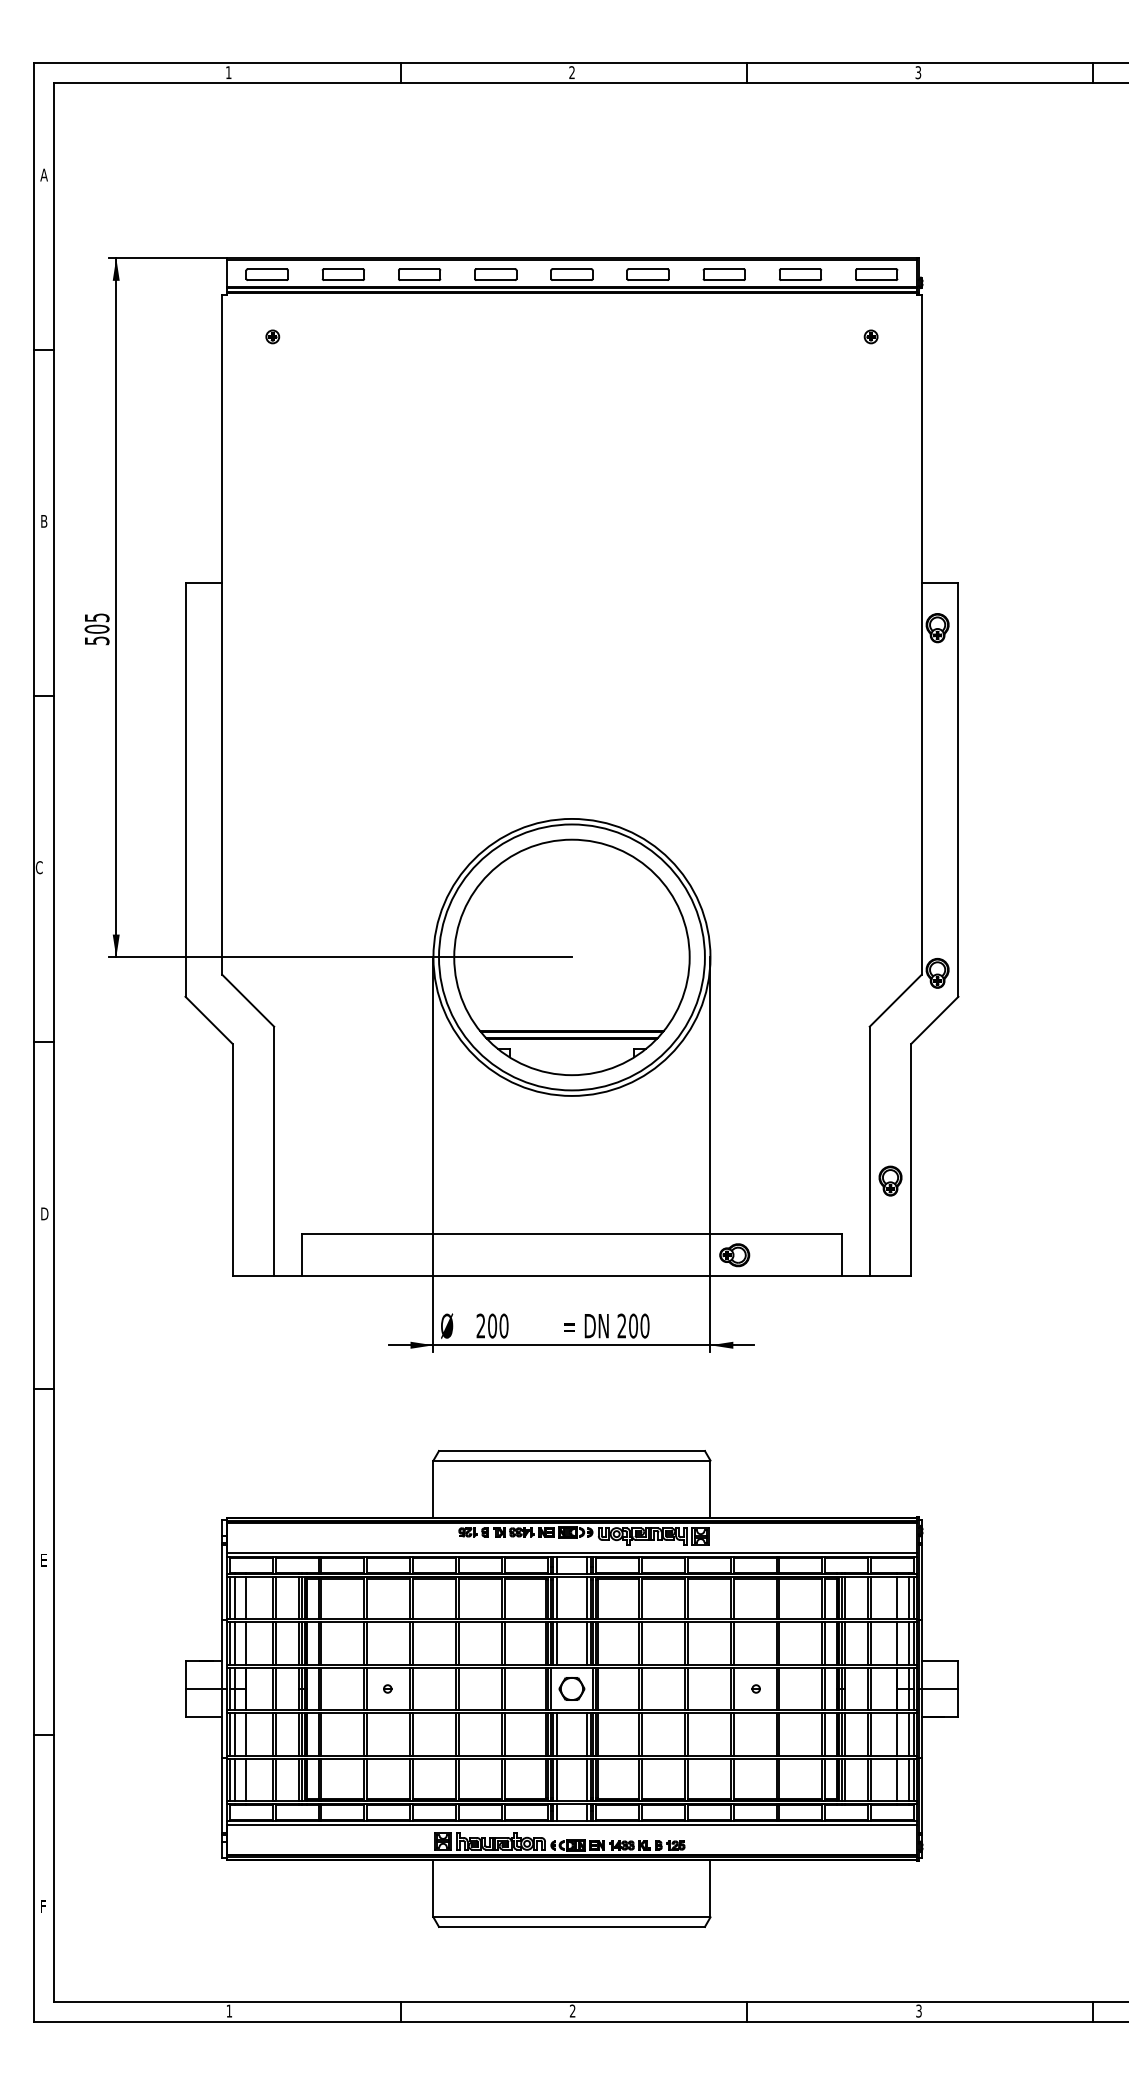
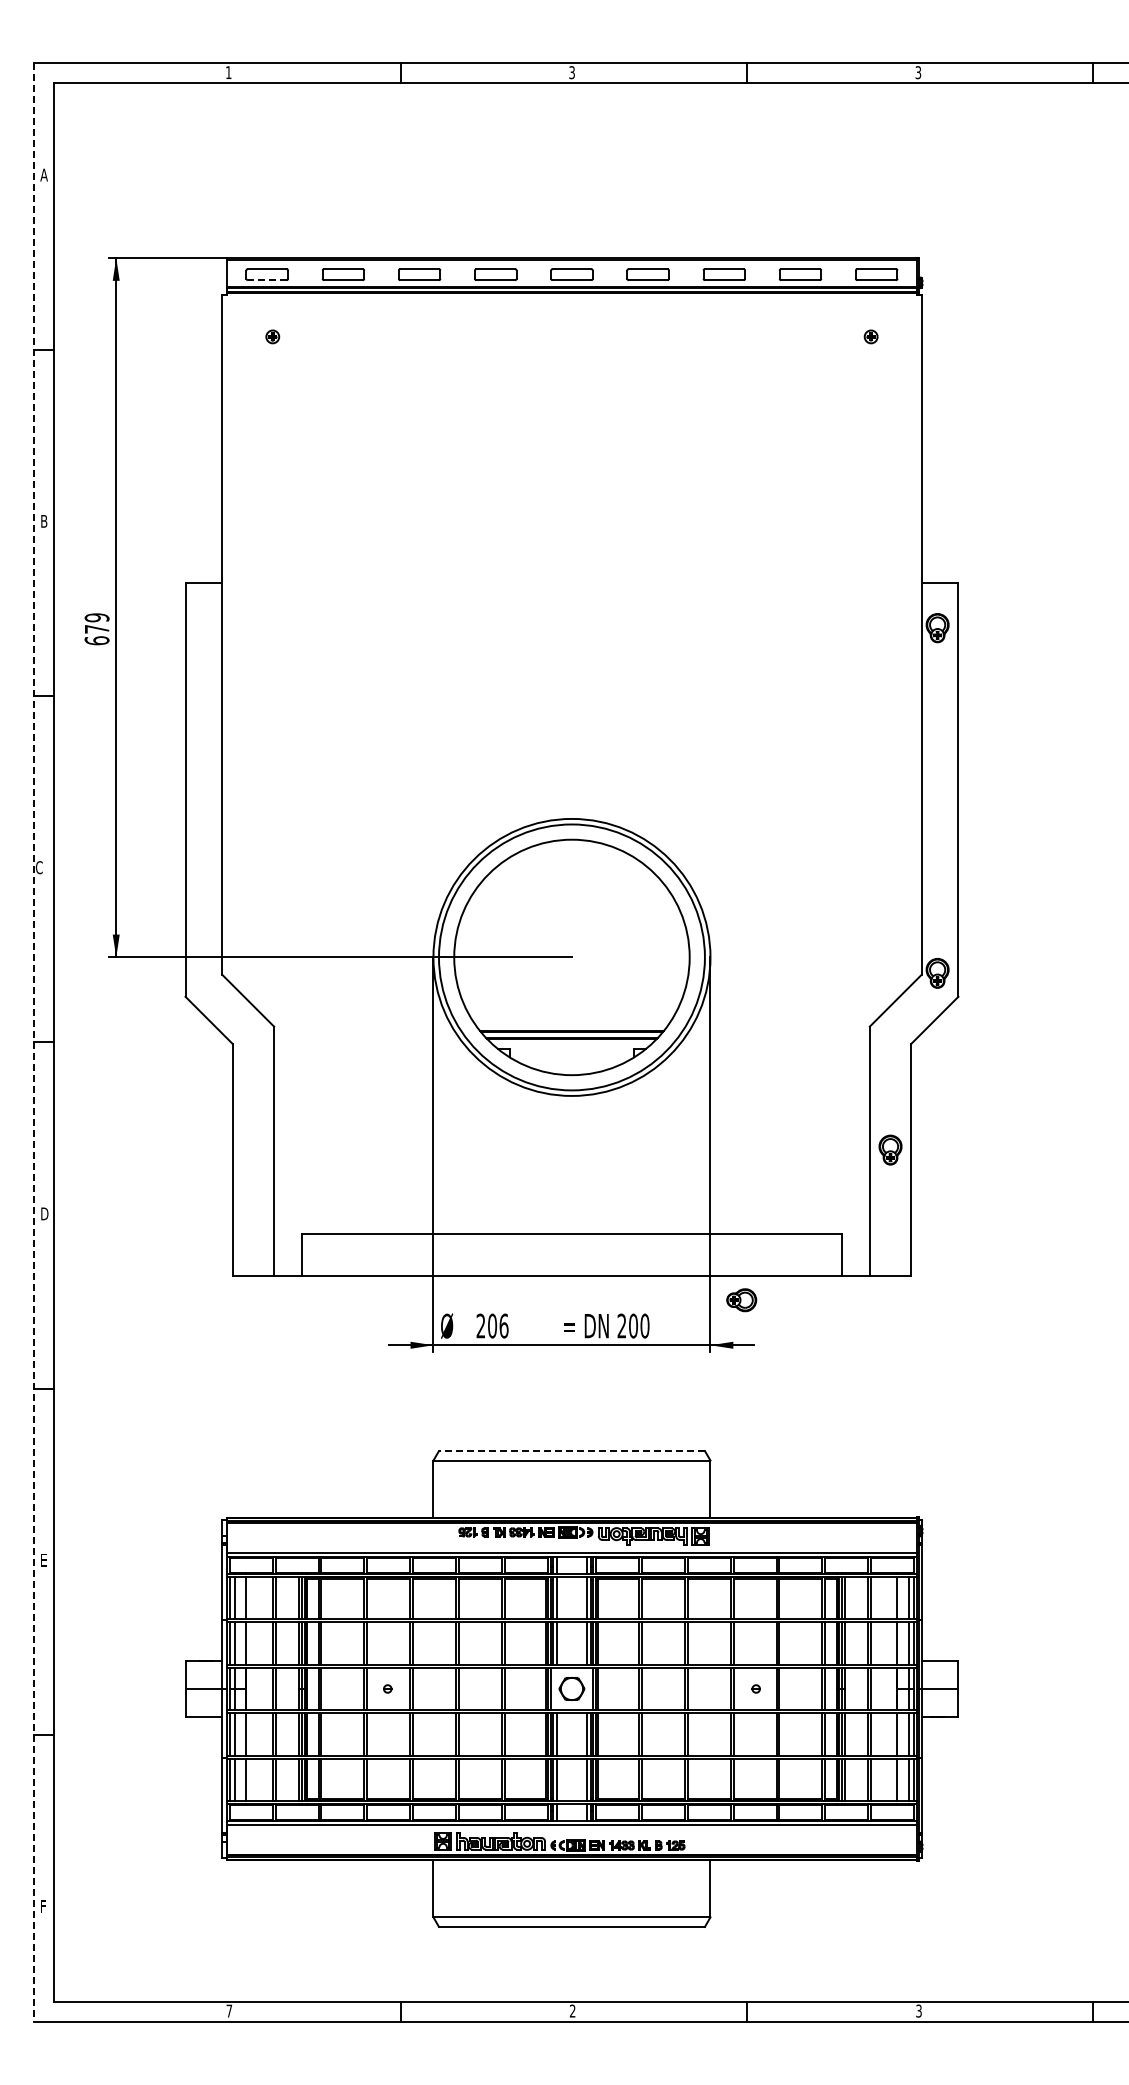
text at (571, 72): 2 -> 3
line at (266, 280): solid -> dashed
text at (96, 629): 505 -> 679
line at (33, 1042): solid -> dashed
part at (890, 1180) position: (890, 1180) -> (890, 1149)
part at (734, 1255) position: (734, 1255) -> (741, 1300)
text at (503, 1325): 200 -> 206
line at (571, 1451): solid -> dashed
text at (229, 2010): 1 -> 7
